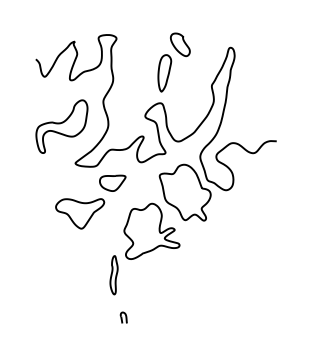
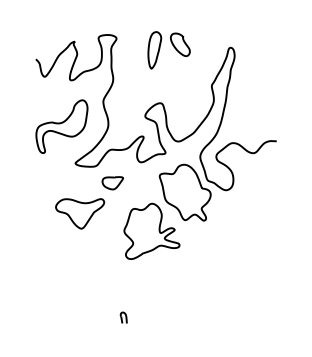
part at (164, 73) position: (164, 73) -> (154, 50)
part at (112, 182) size: 28x18 px -> 23x15 px
part at (113, 275): present -> none
